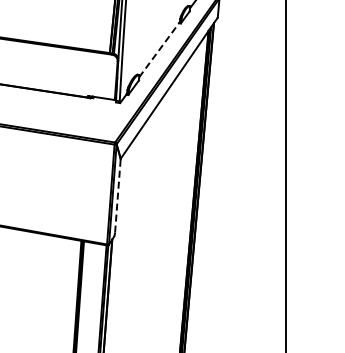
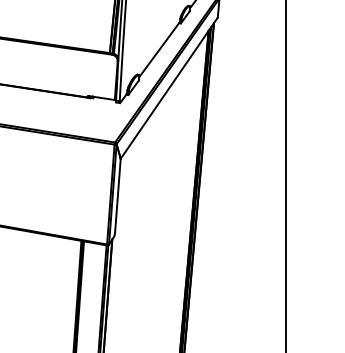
line at (159, 49): dashed -> solid
line at (117, 195): dashed -> solid
